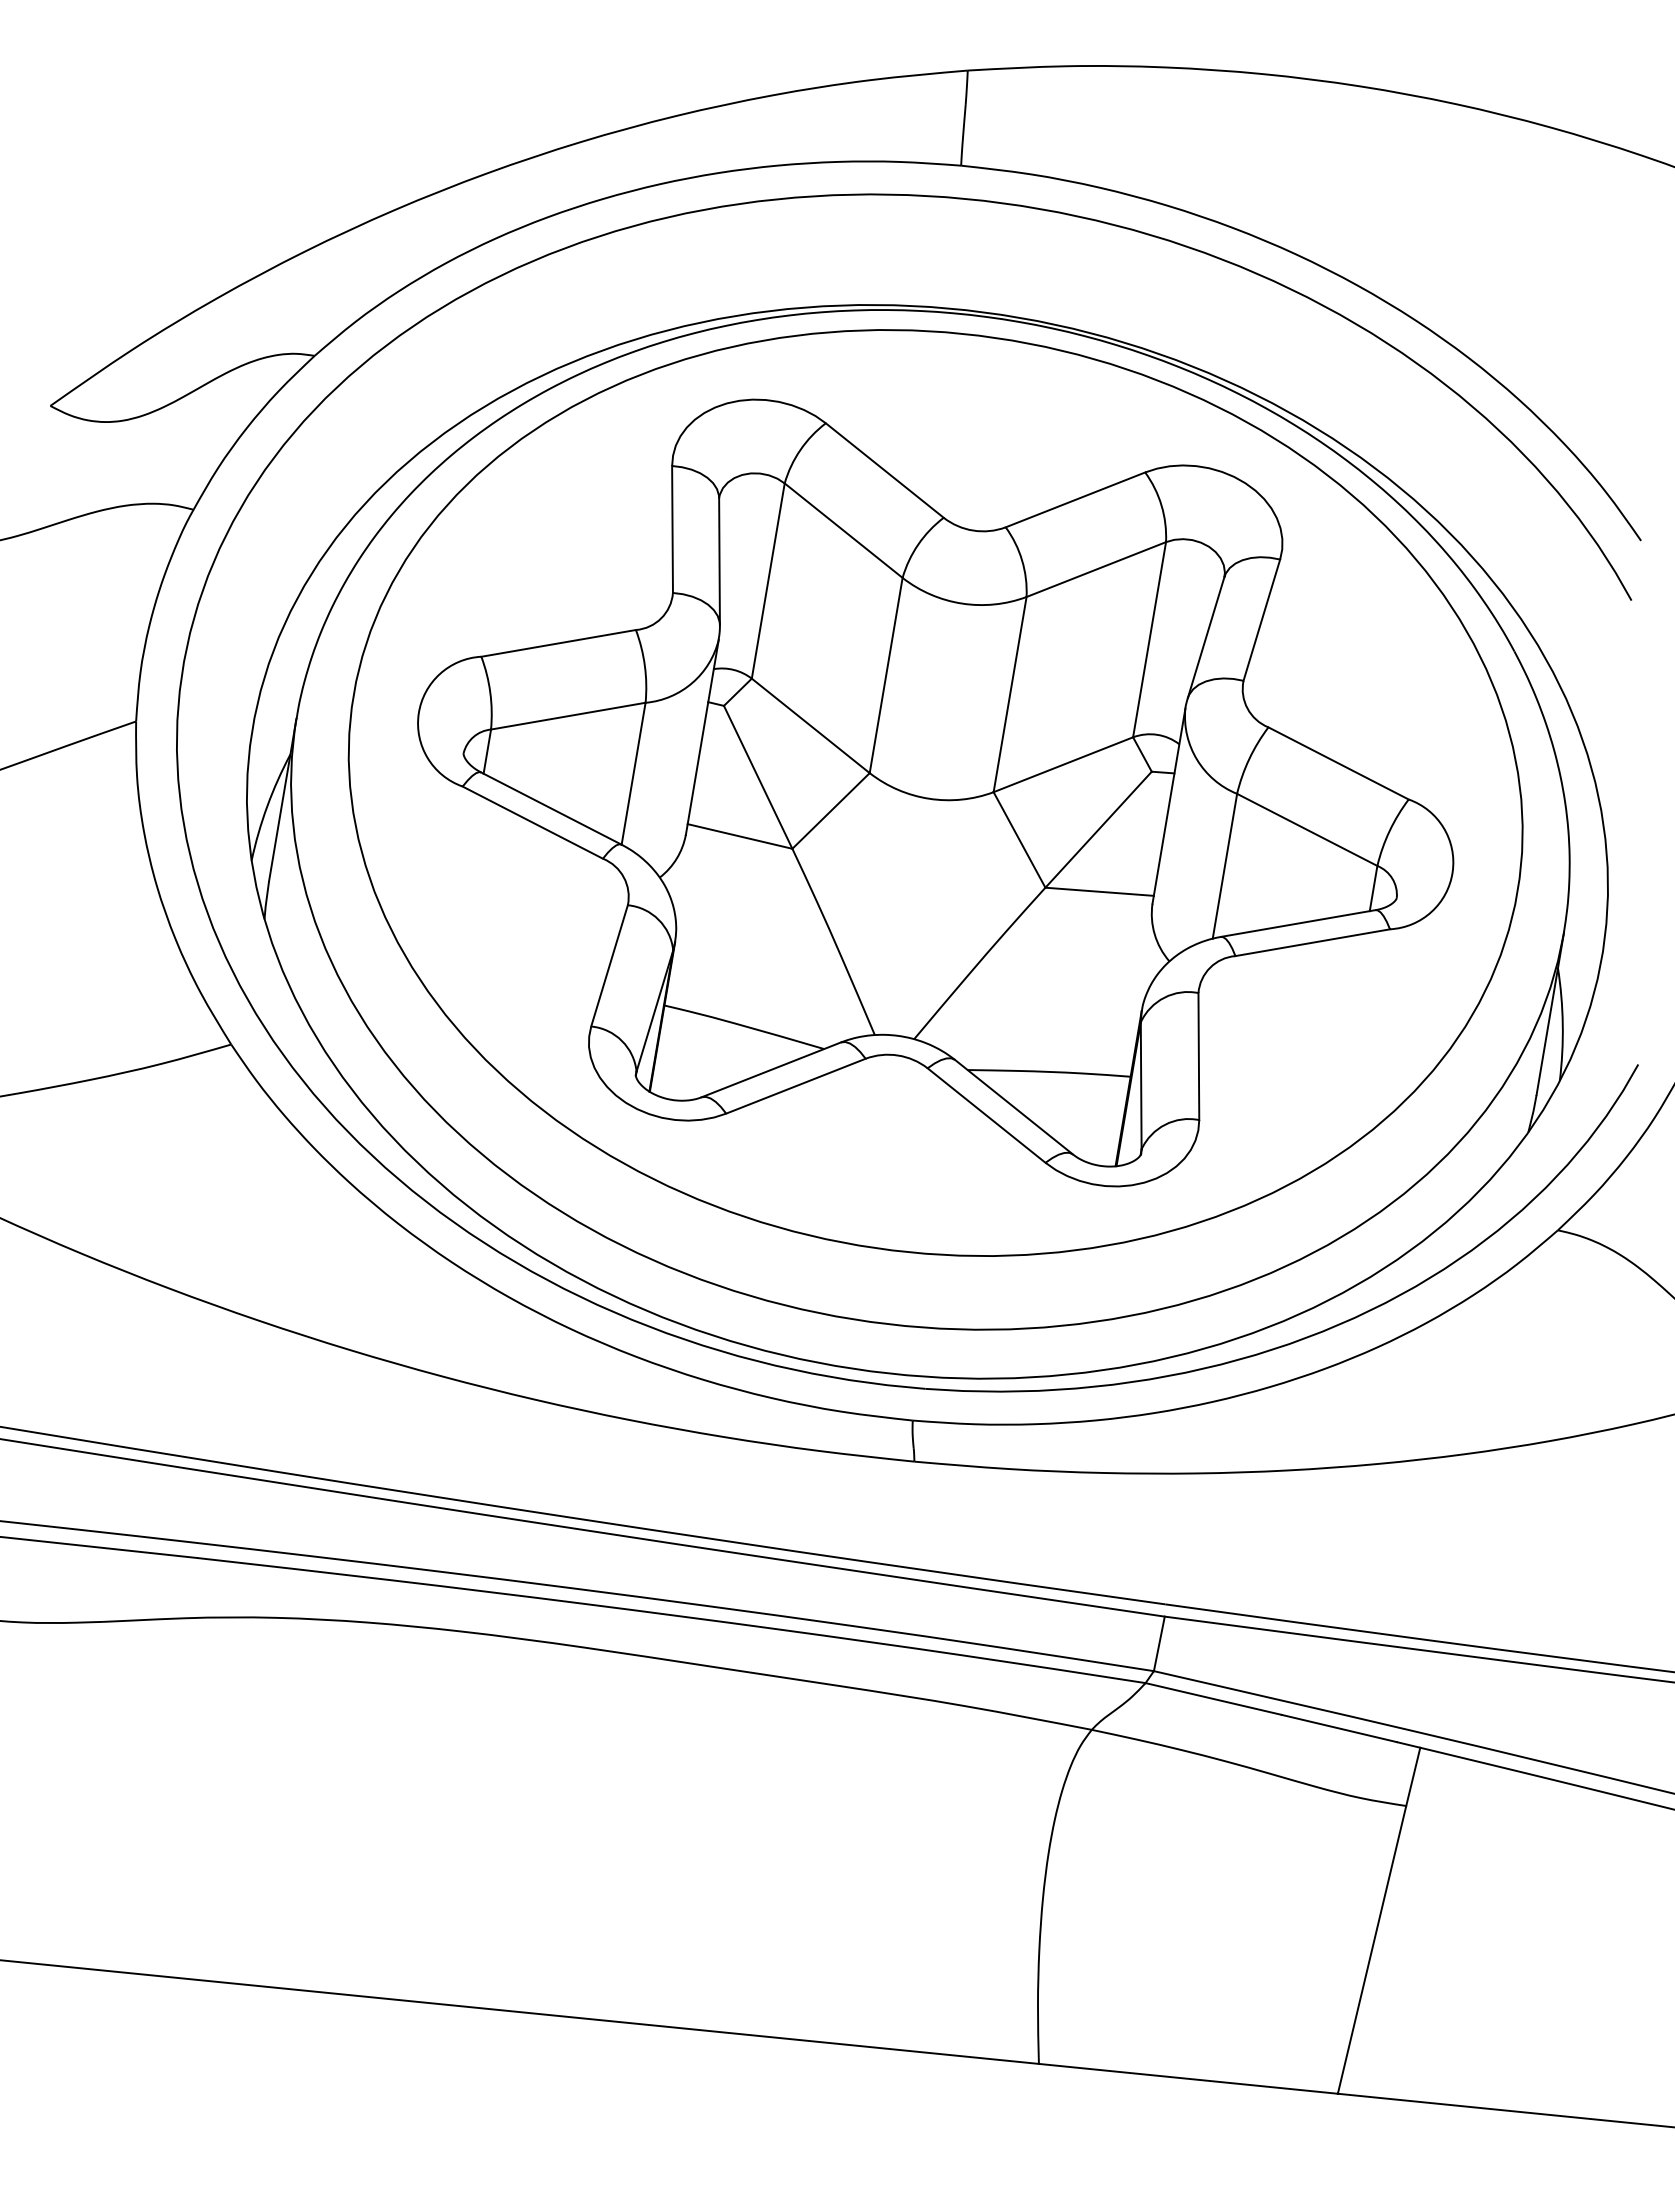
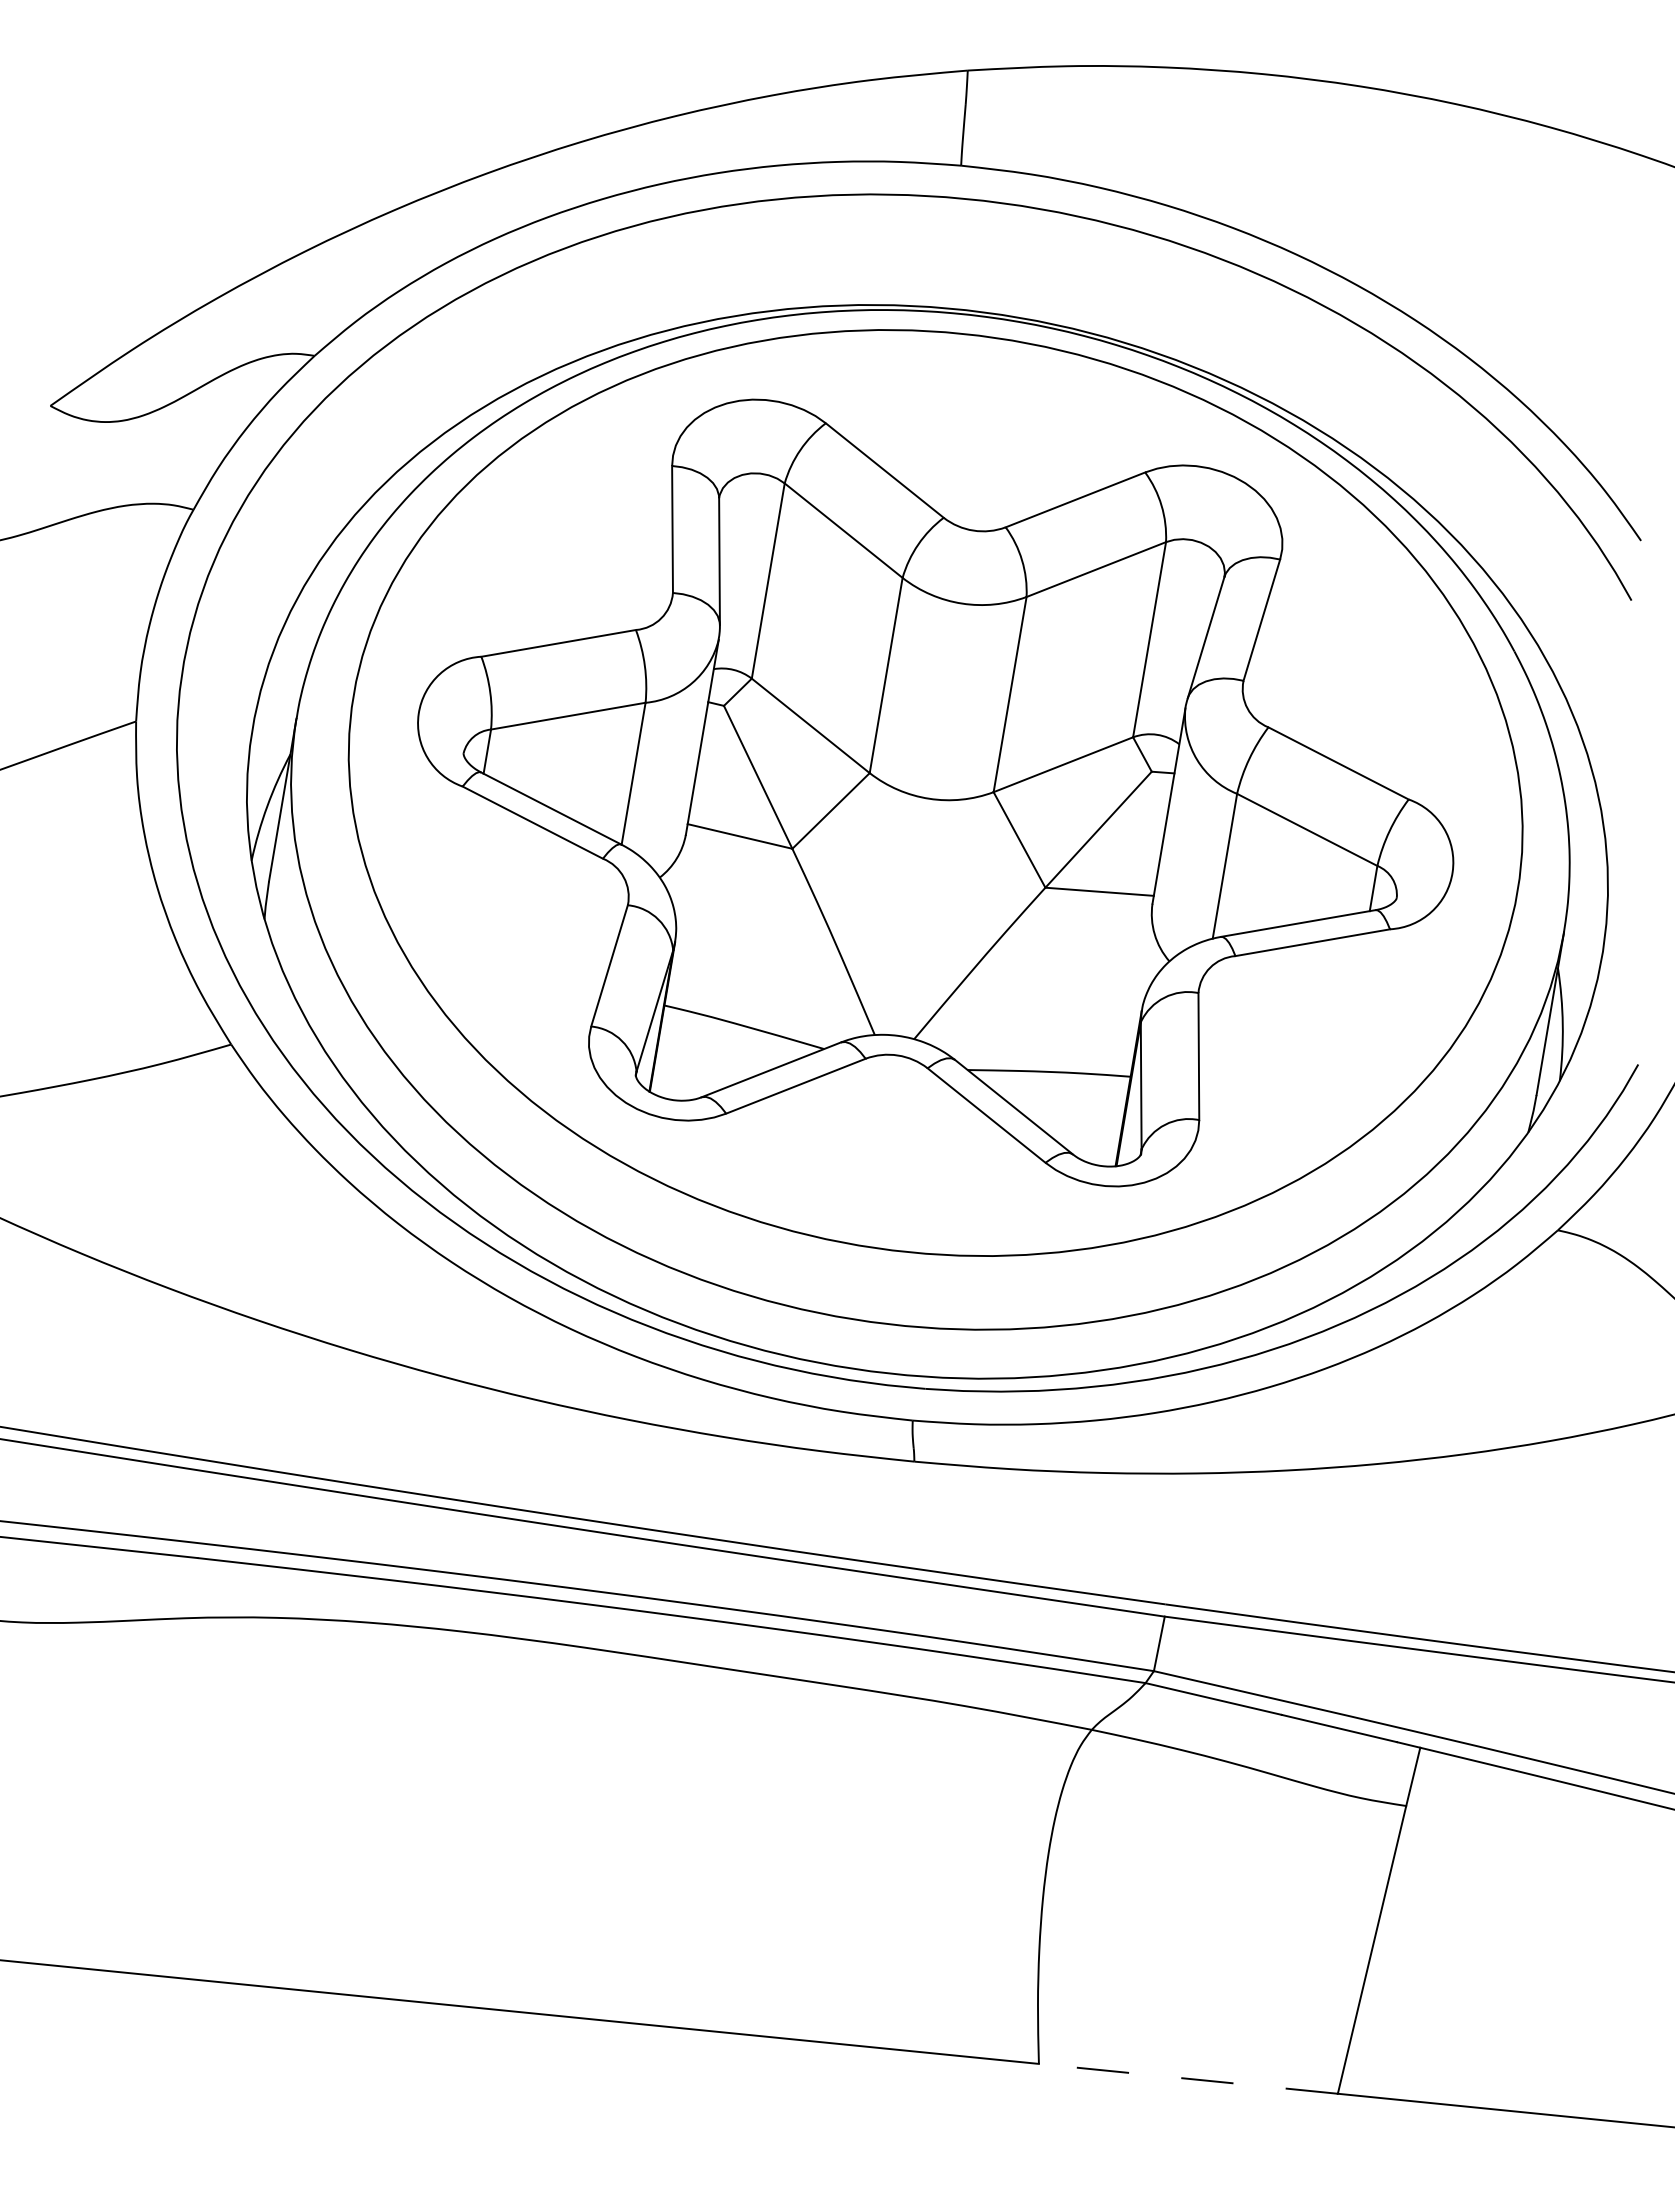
line at (1187, 2078): solid -> dashed
